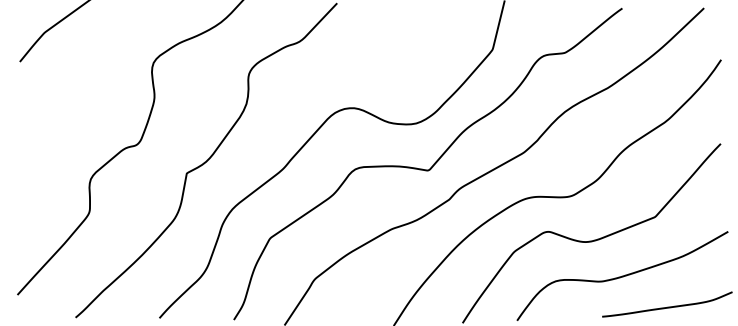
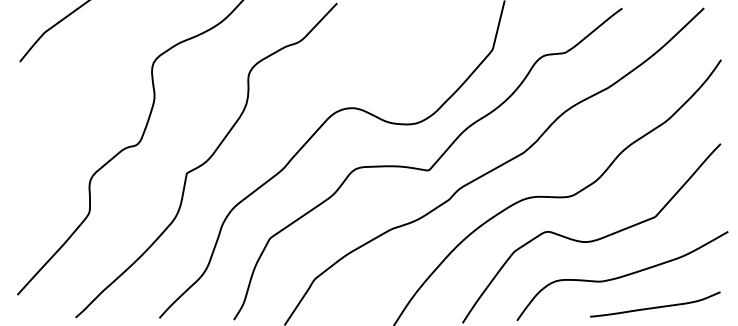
curve at (667, 306) position: (667, 306) -> (655, 306)
